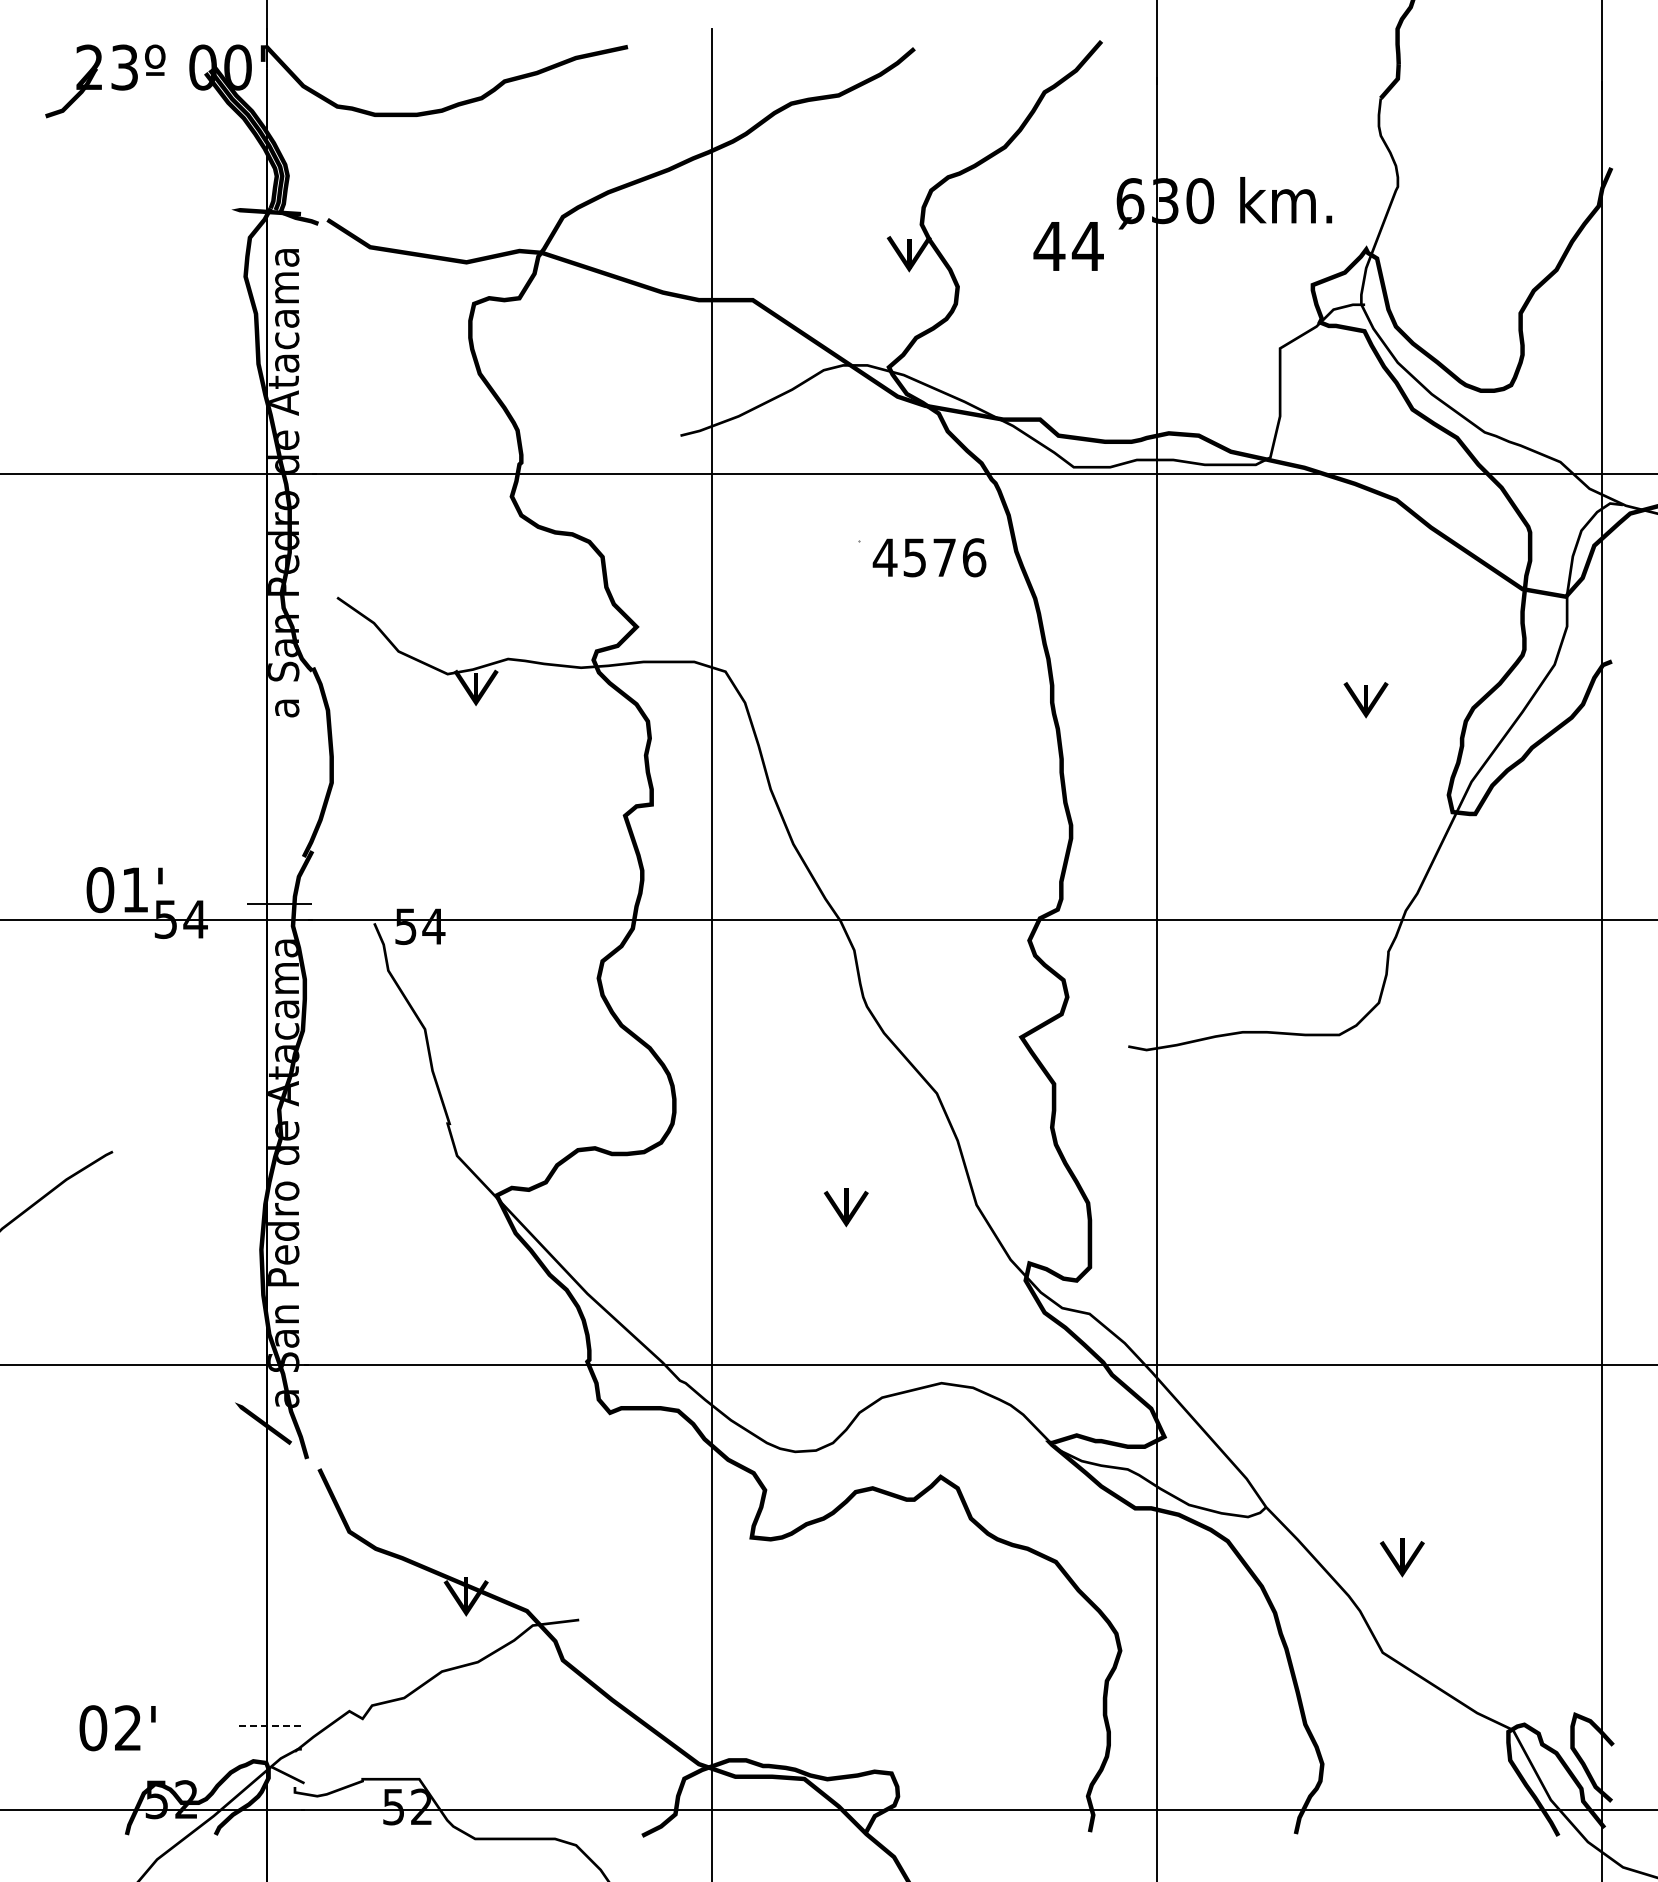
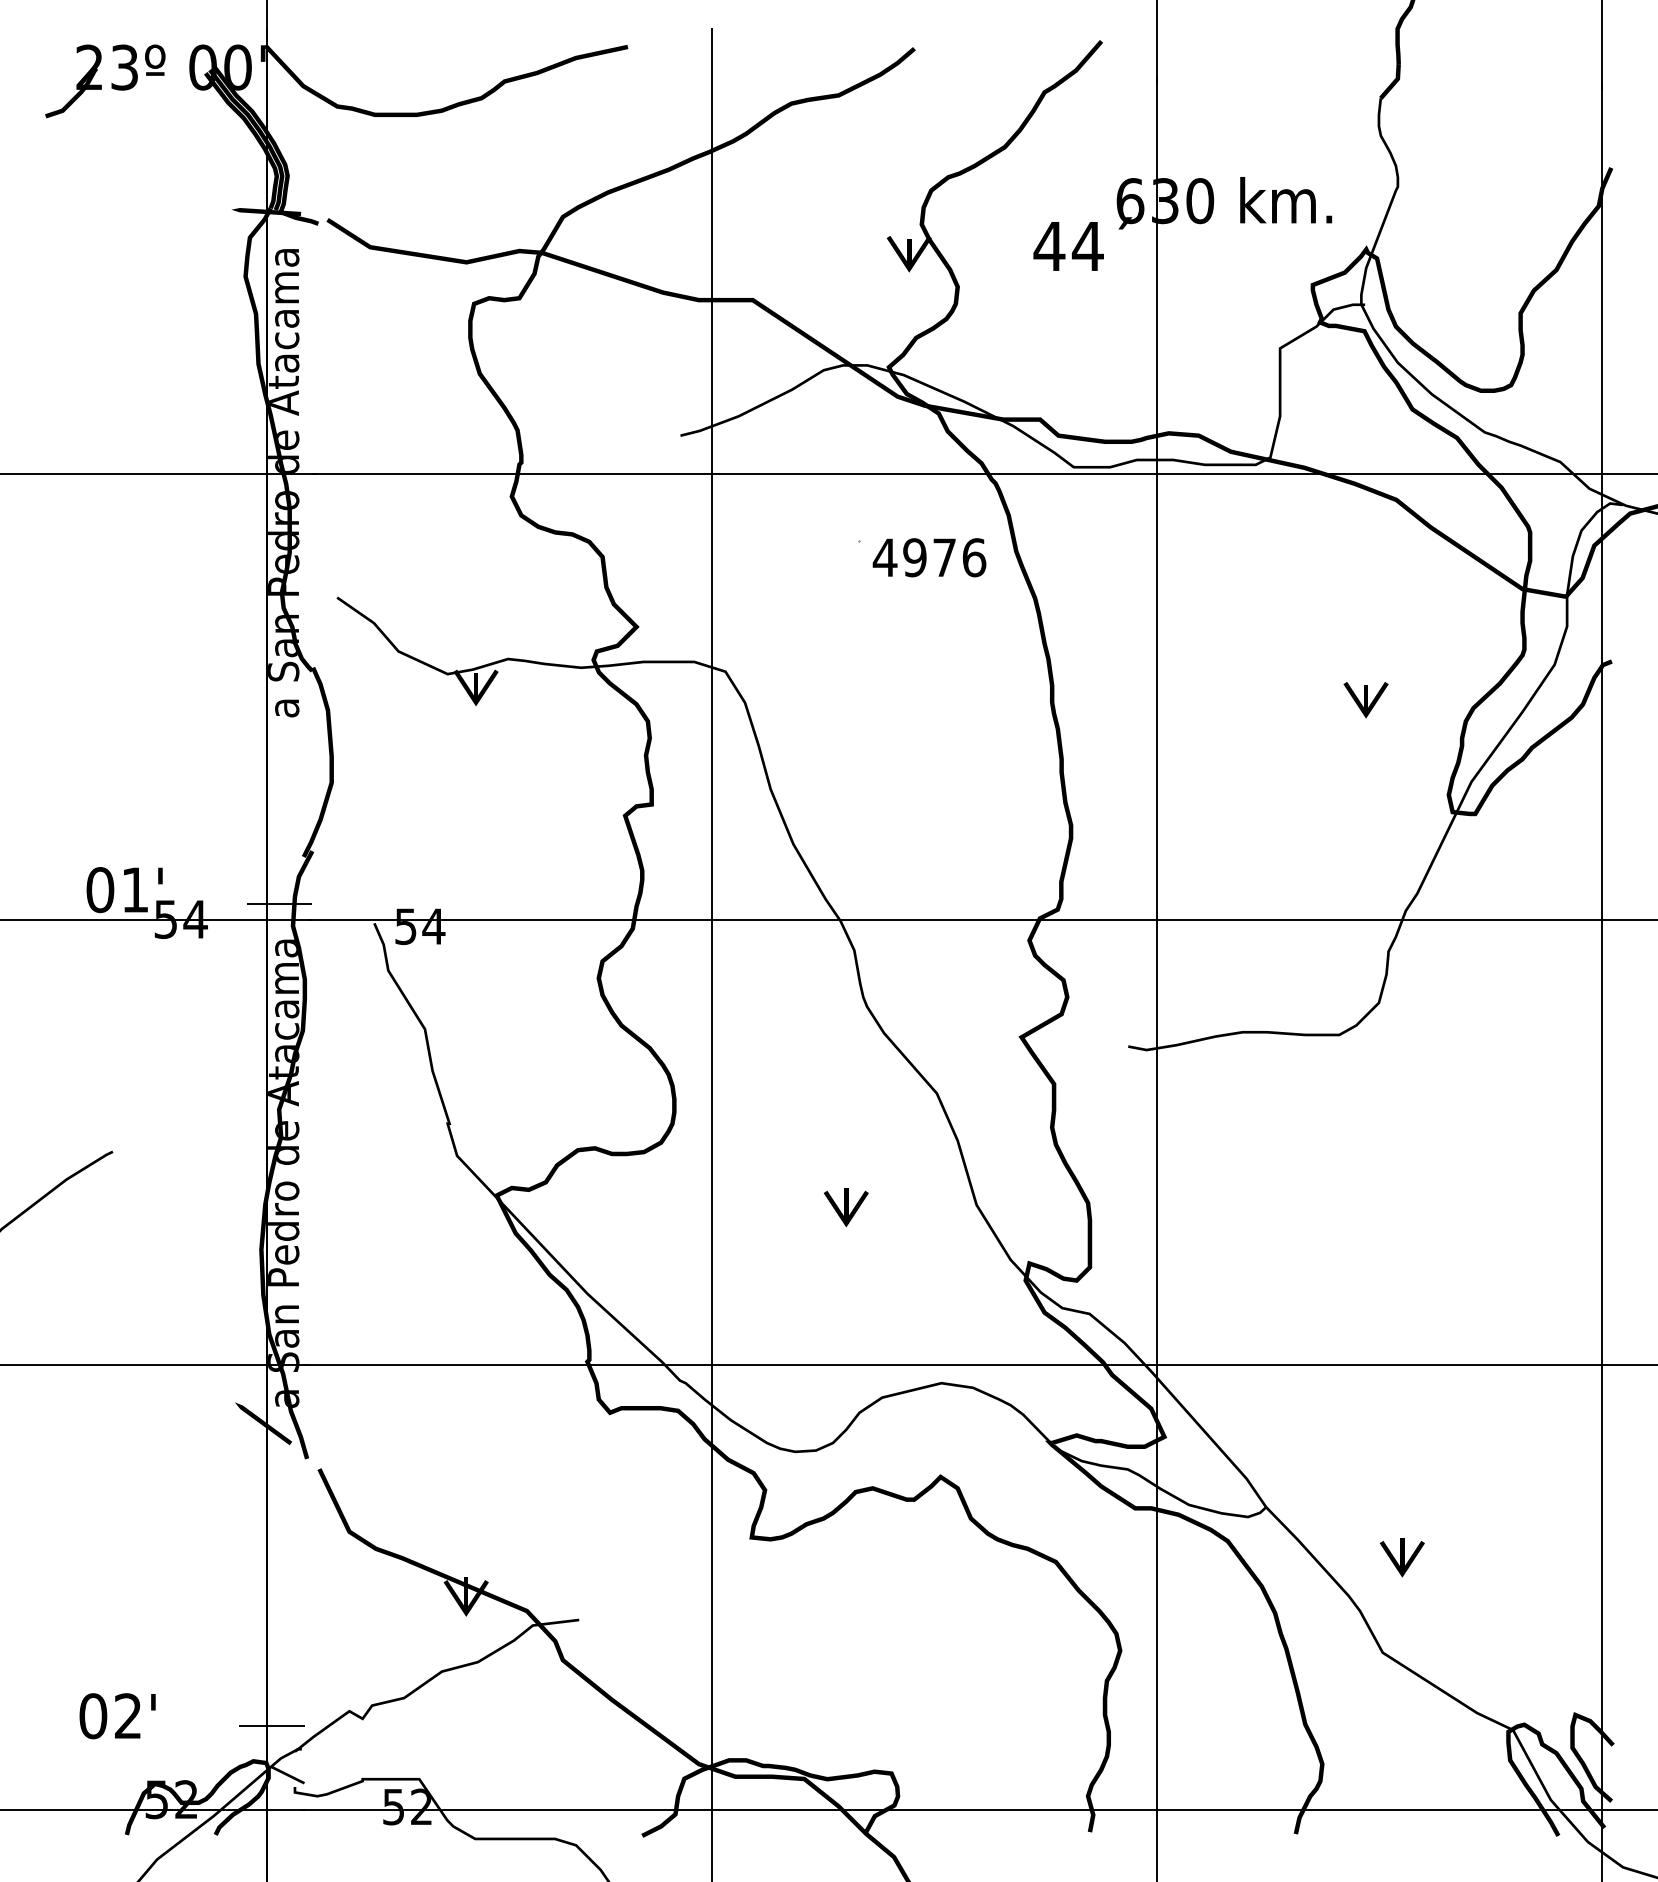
text at (914, 557): 4576 -> 4976
line at (272, 1726): dashed -> solid
text at (117, 1728) position: (117, 1728) -> (117, 1716)
